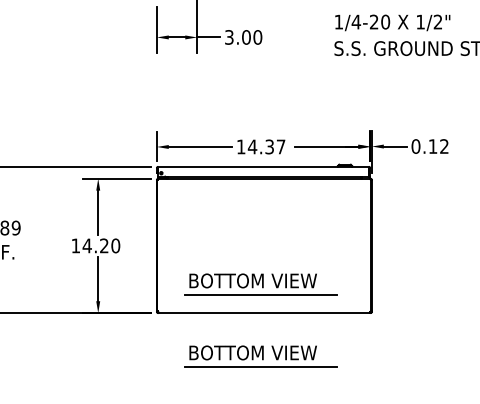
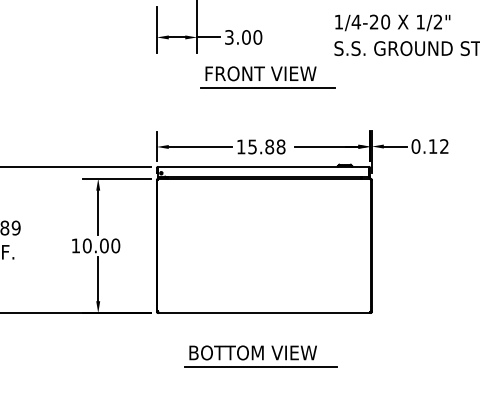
part at (273, 74): none -> present
text at (266, 146): 14.37 -> 15.88
text at (95, 245): 14.20 -> 10.00
part at (260, 284): present -> none
